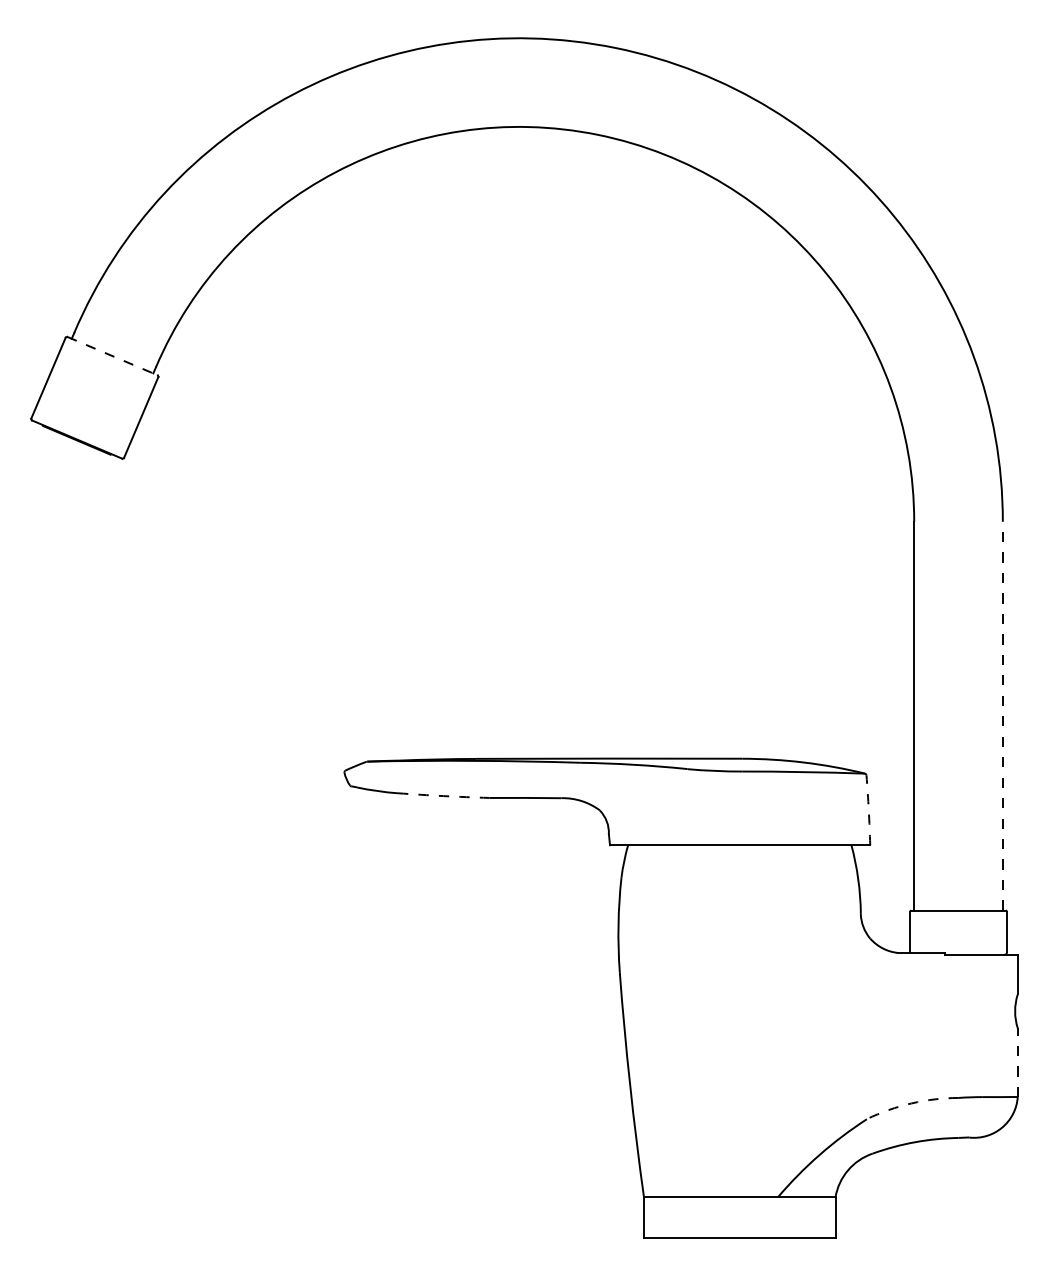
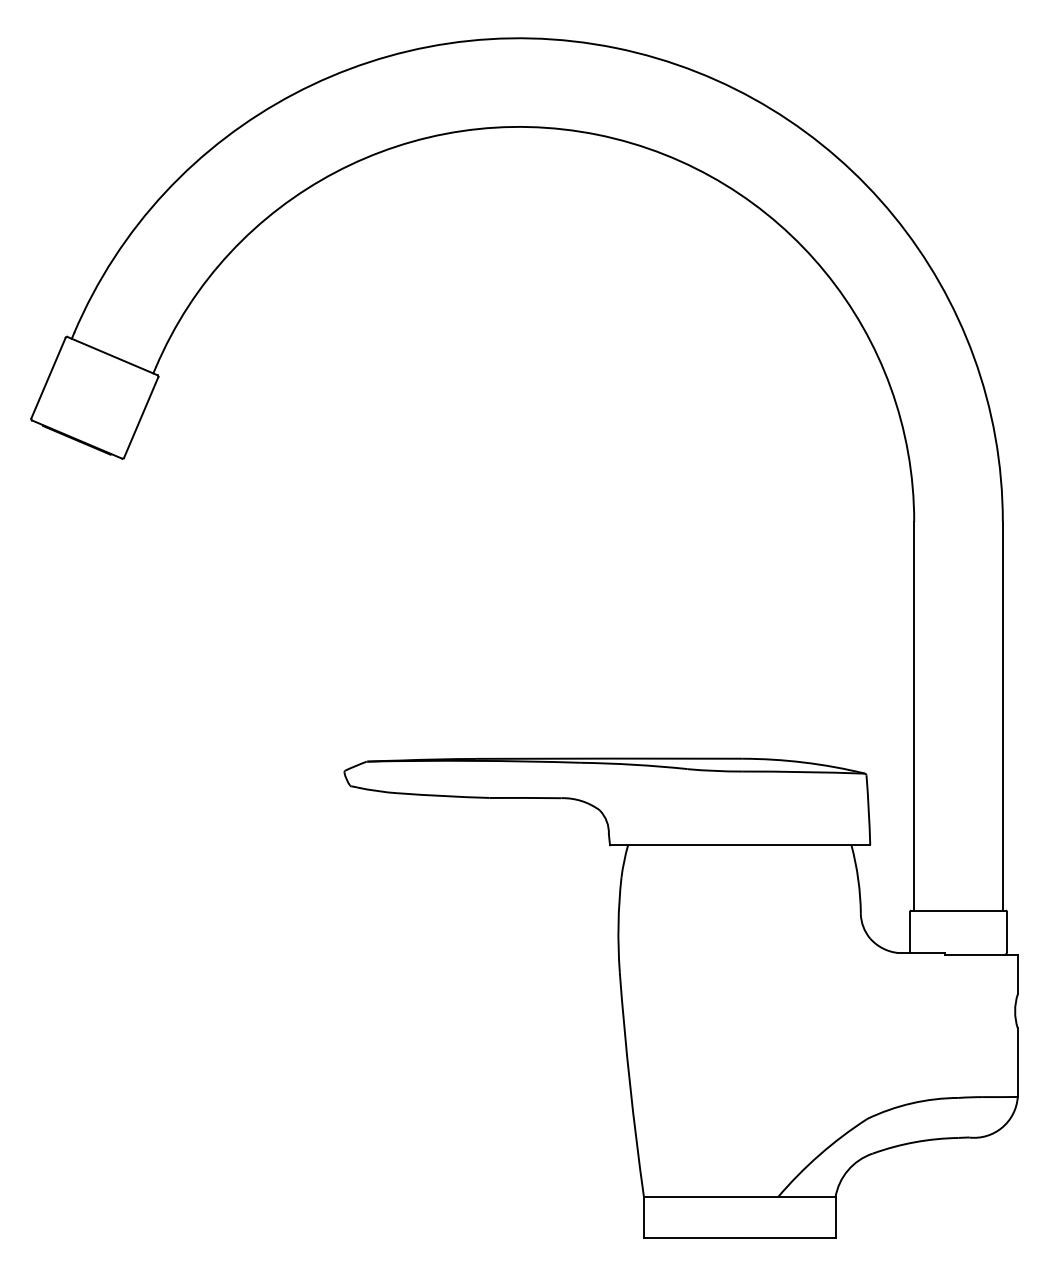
line at (113, 356): dashed -> solid
line at (1002, 715): dashed -> solid
arc at (443, 796): dashed -> solid
arc at (868, 810): dashed -> solid
line at (1017, 1062): dashed -> solid
arc at (911, 1103): dashed -> solid
